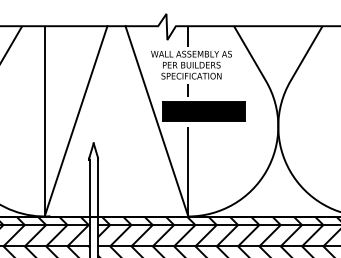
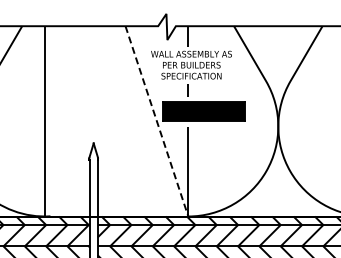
line at (75, 121): present -> none
line at (157, 121): solid -> dashed
